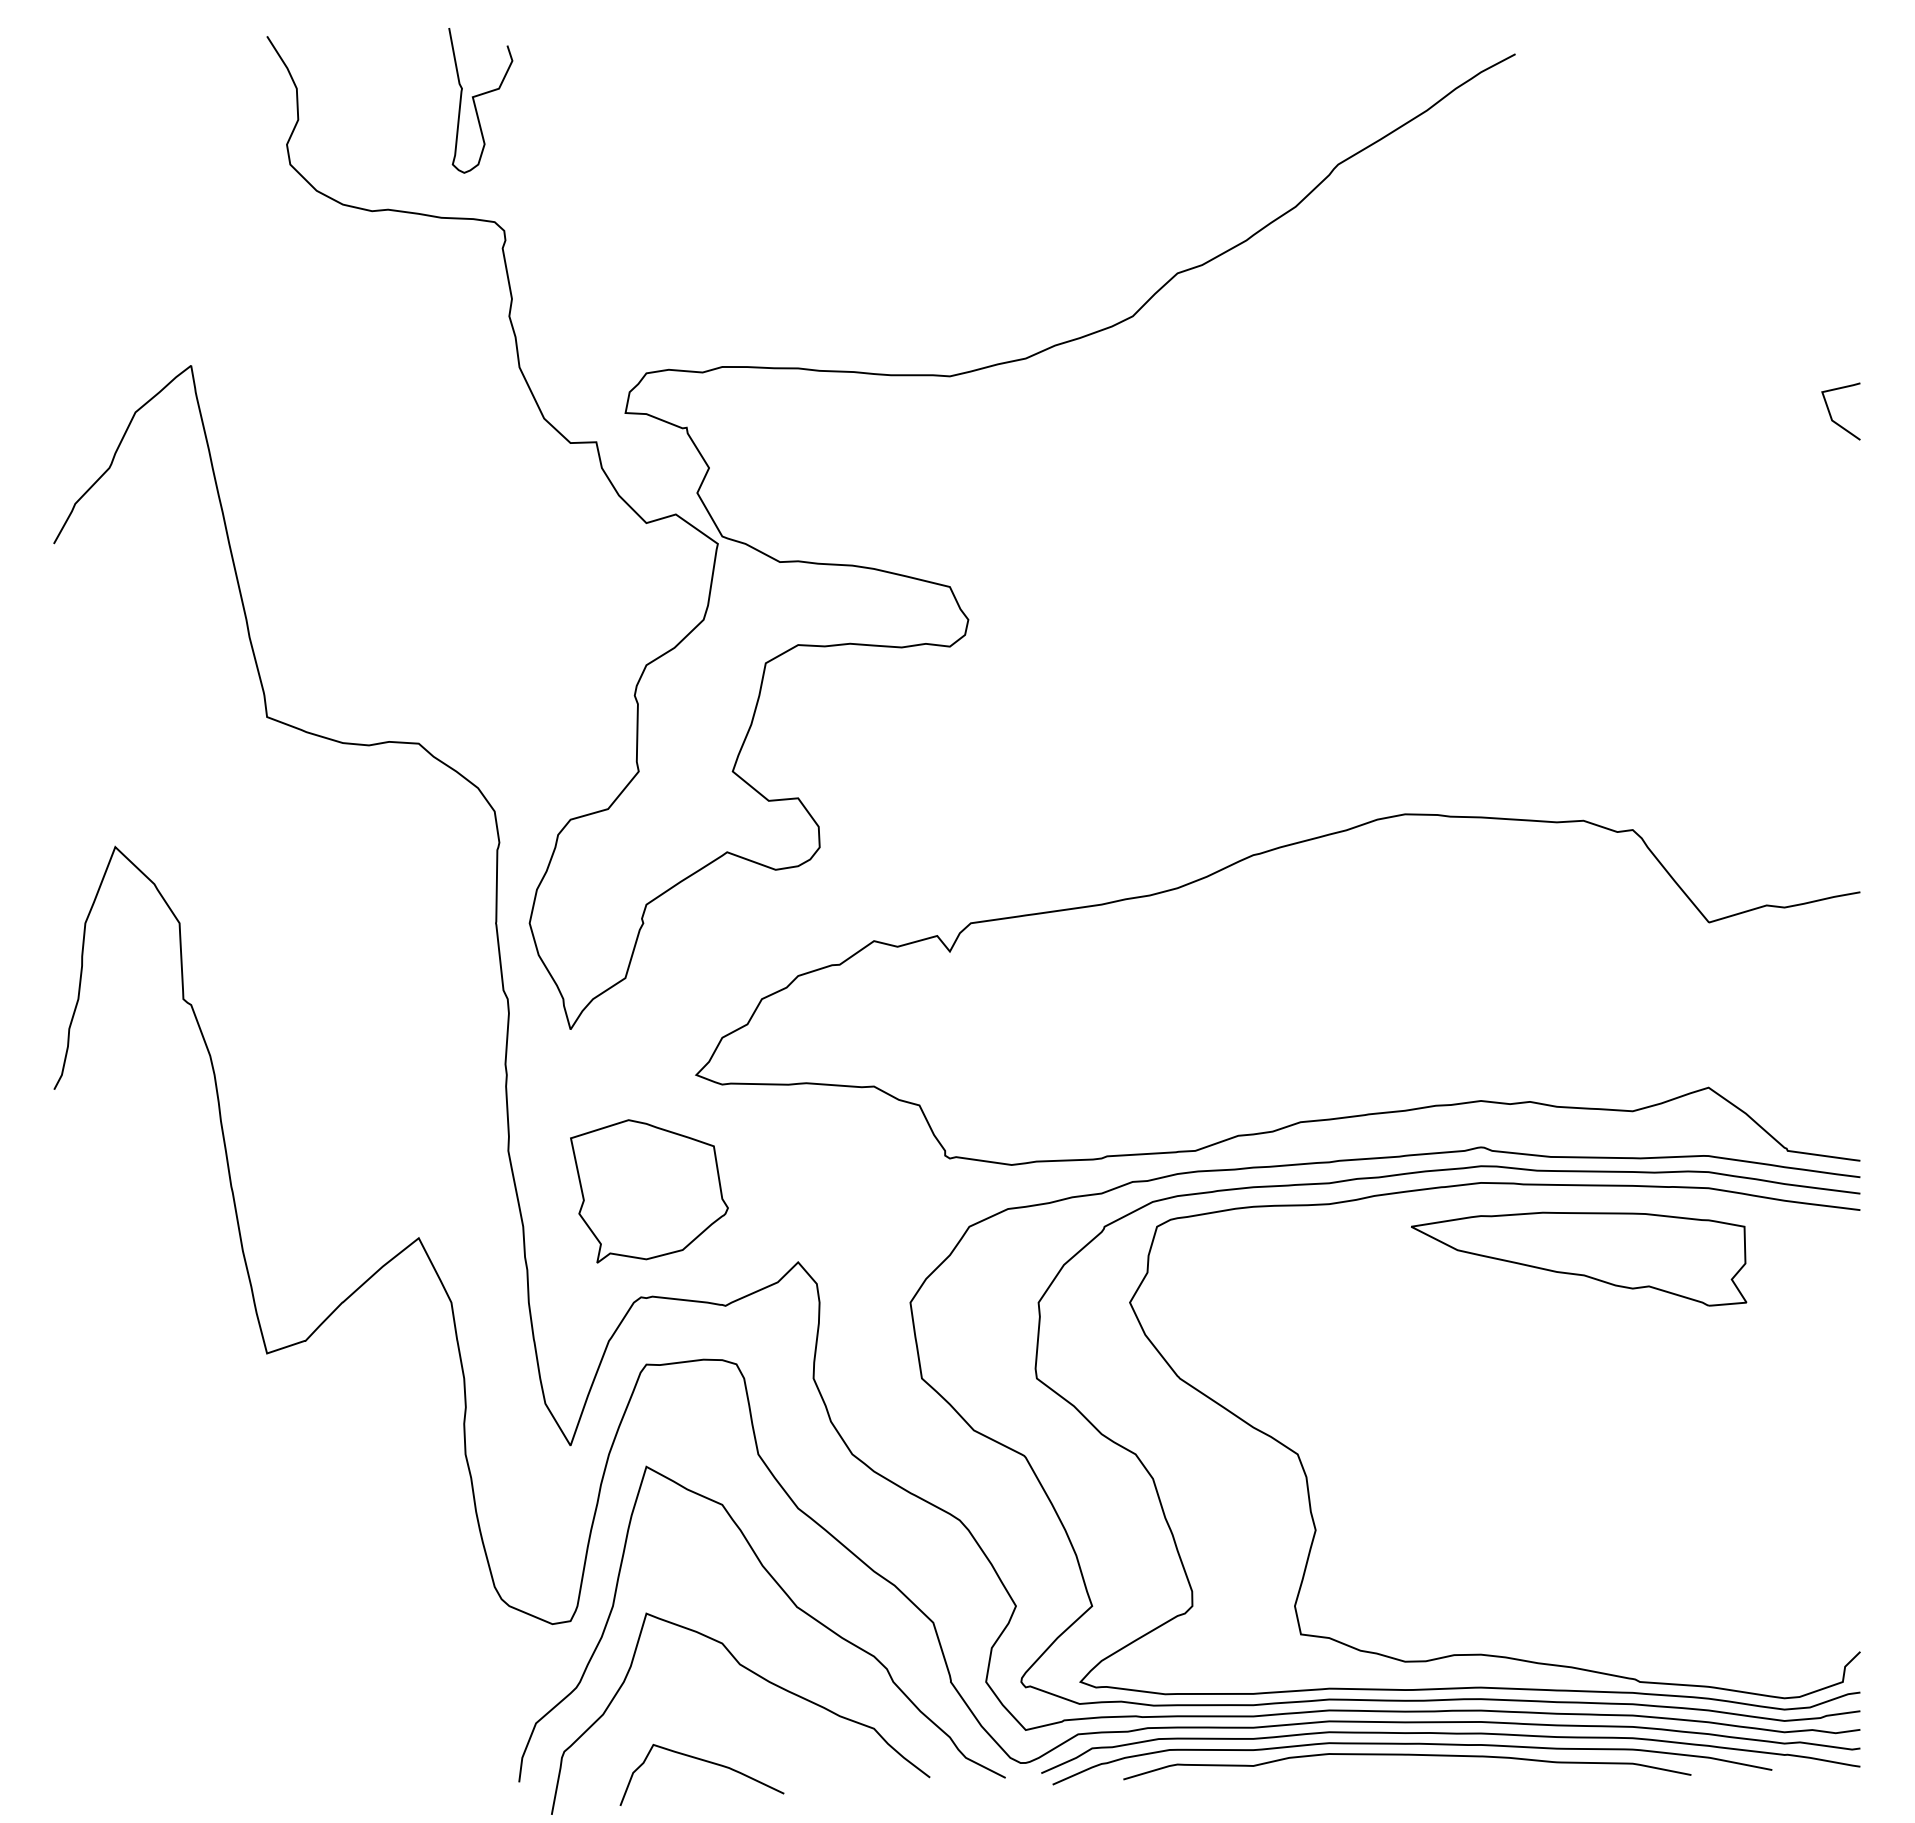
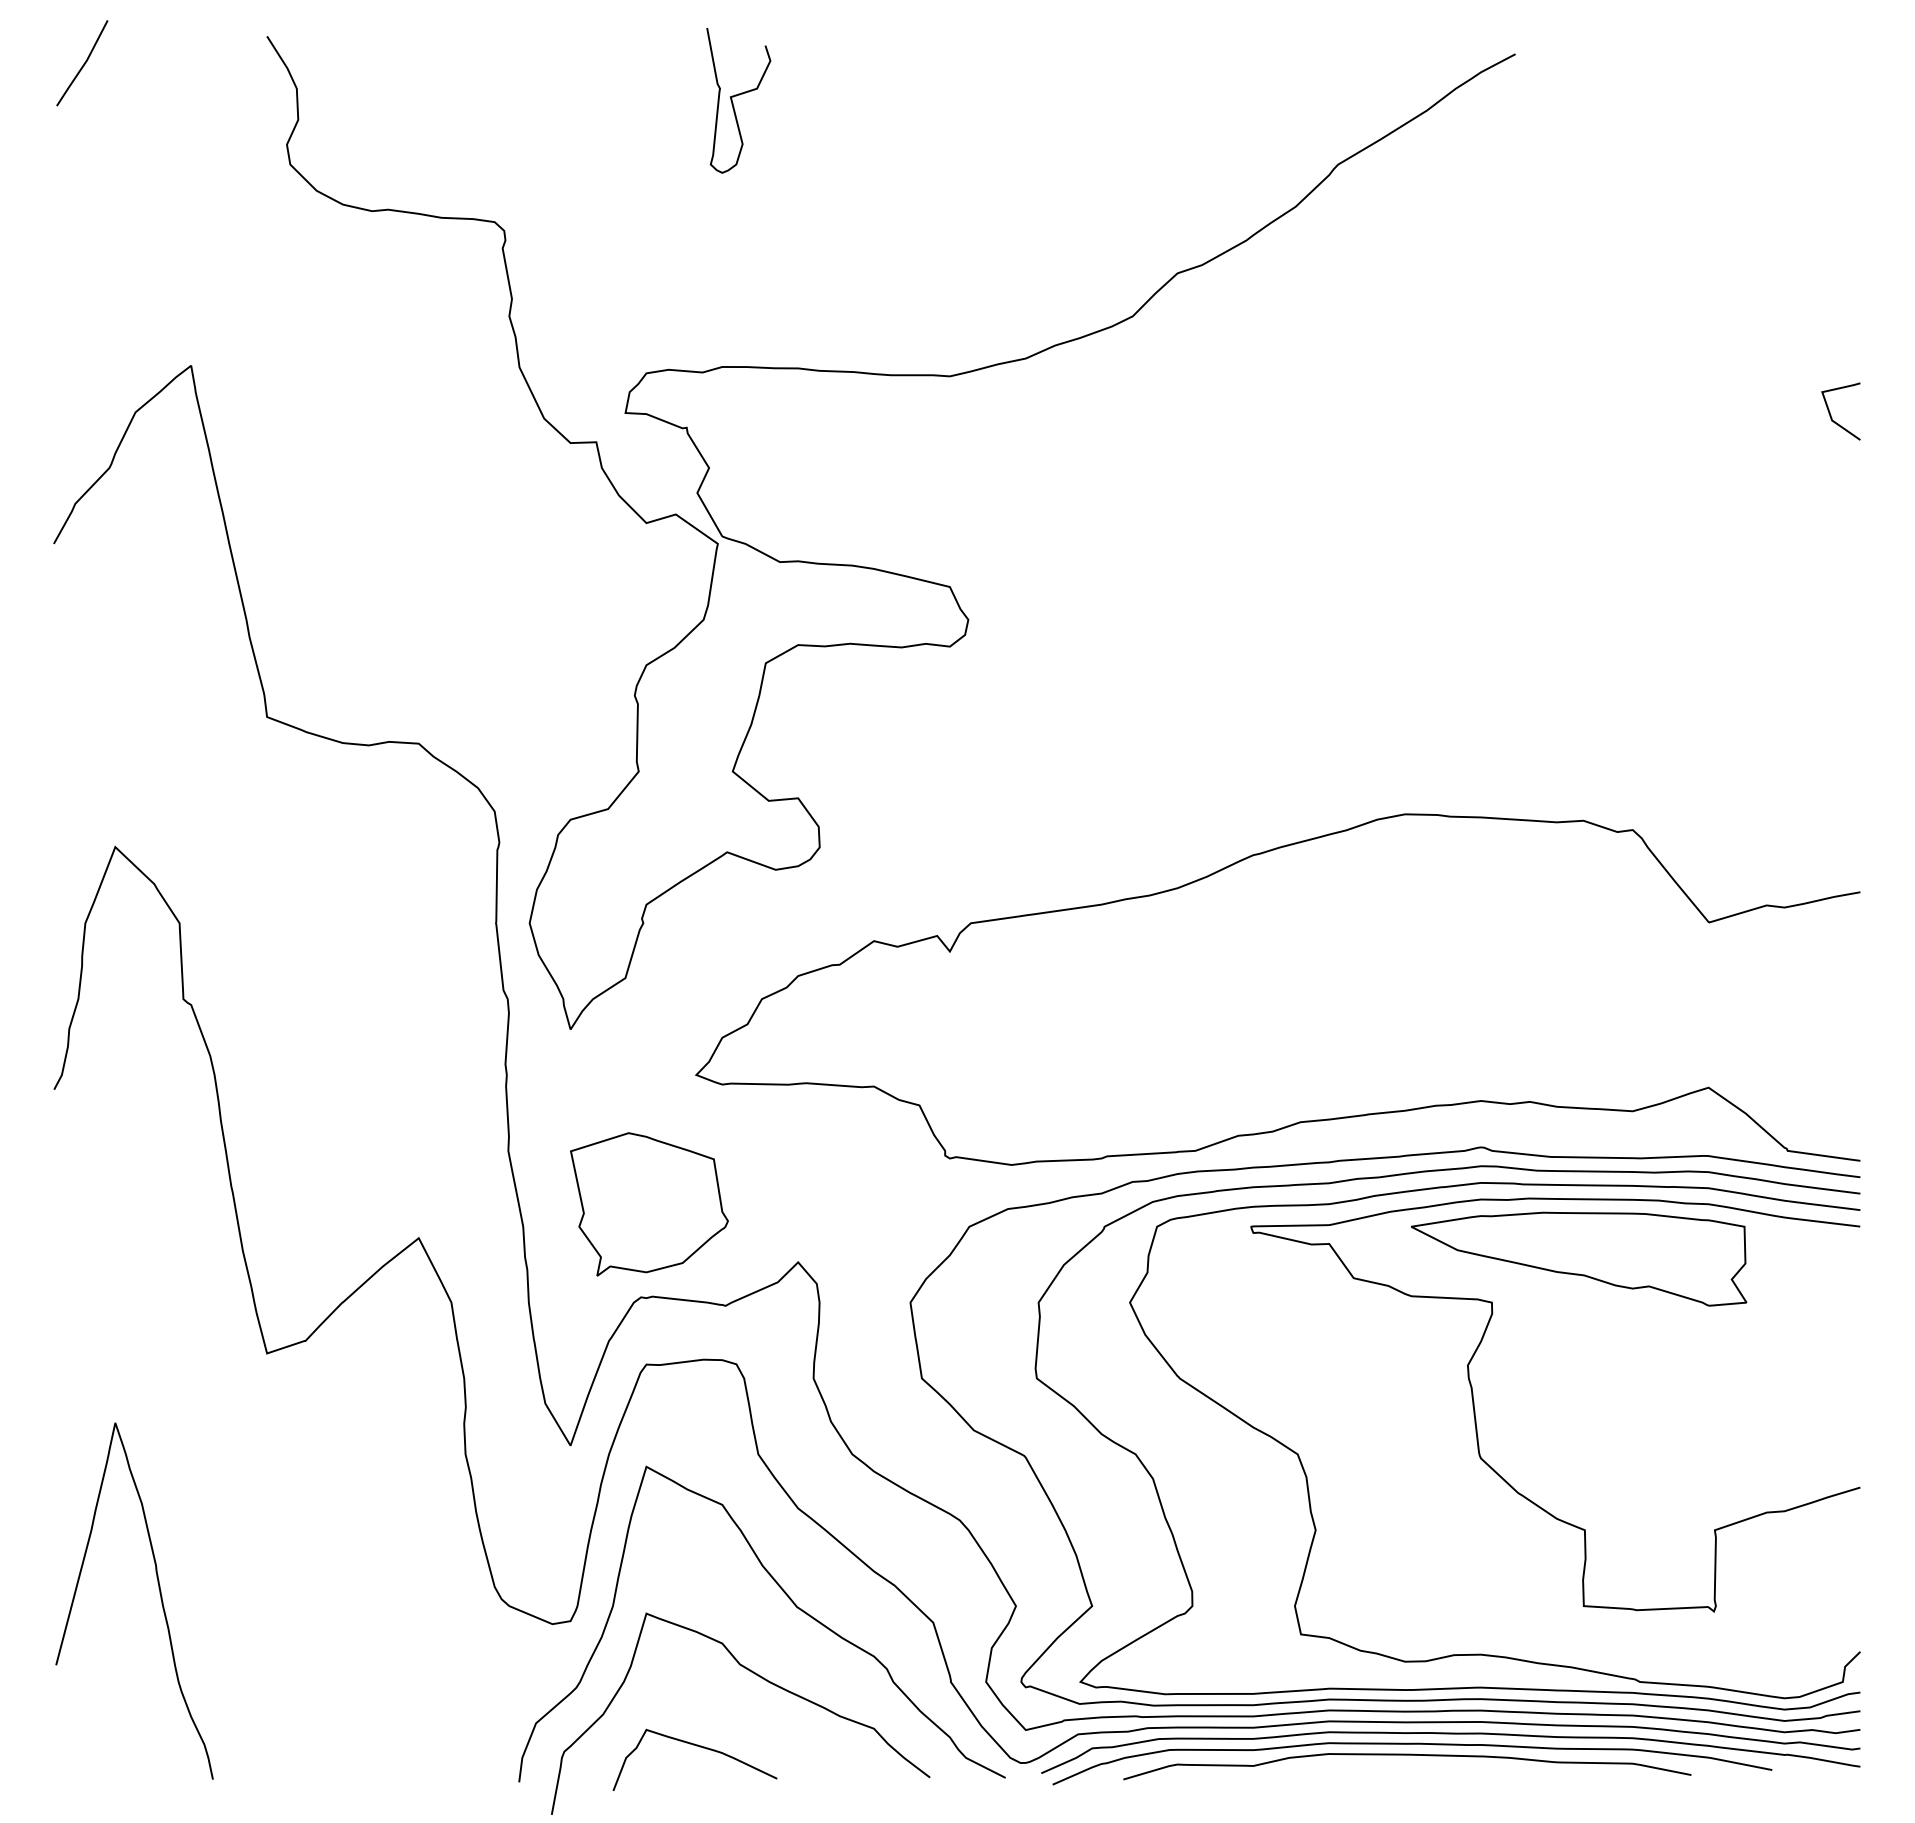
line at (83, 63): none -> present
curve at (478, 96) position: (478, 96) -> (736, 96)
part at (649, 1191) position: (649, 1191) -> (649, 1204)
curve at (1475, 1410): none -> present
curve at (159, 1593): none -> present
curve at (706, 1762) position: (706, 1762) -> (699, 1747)
